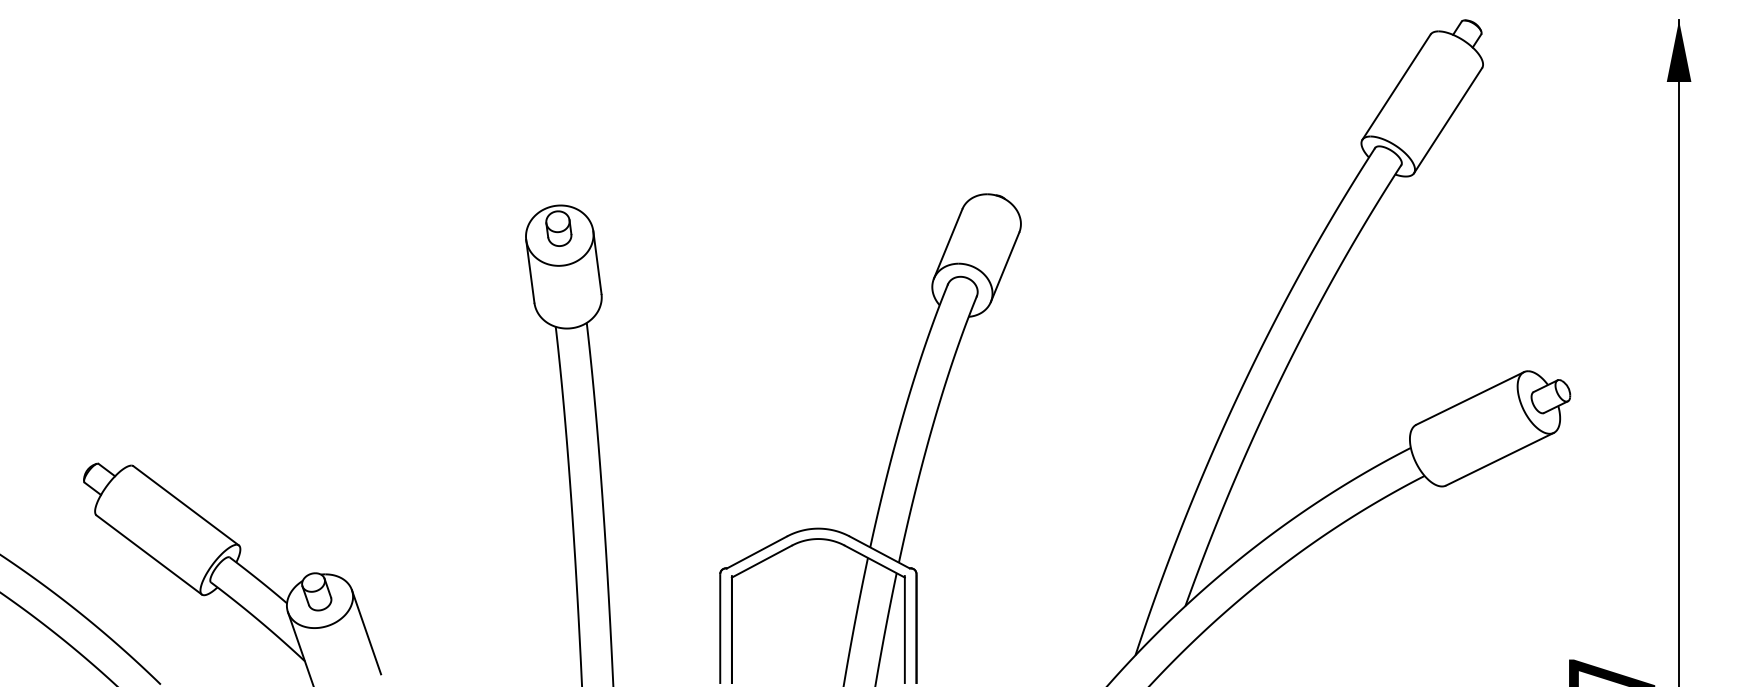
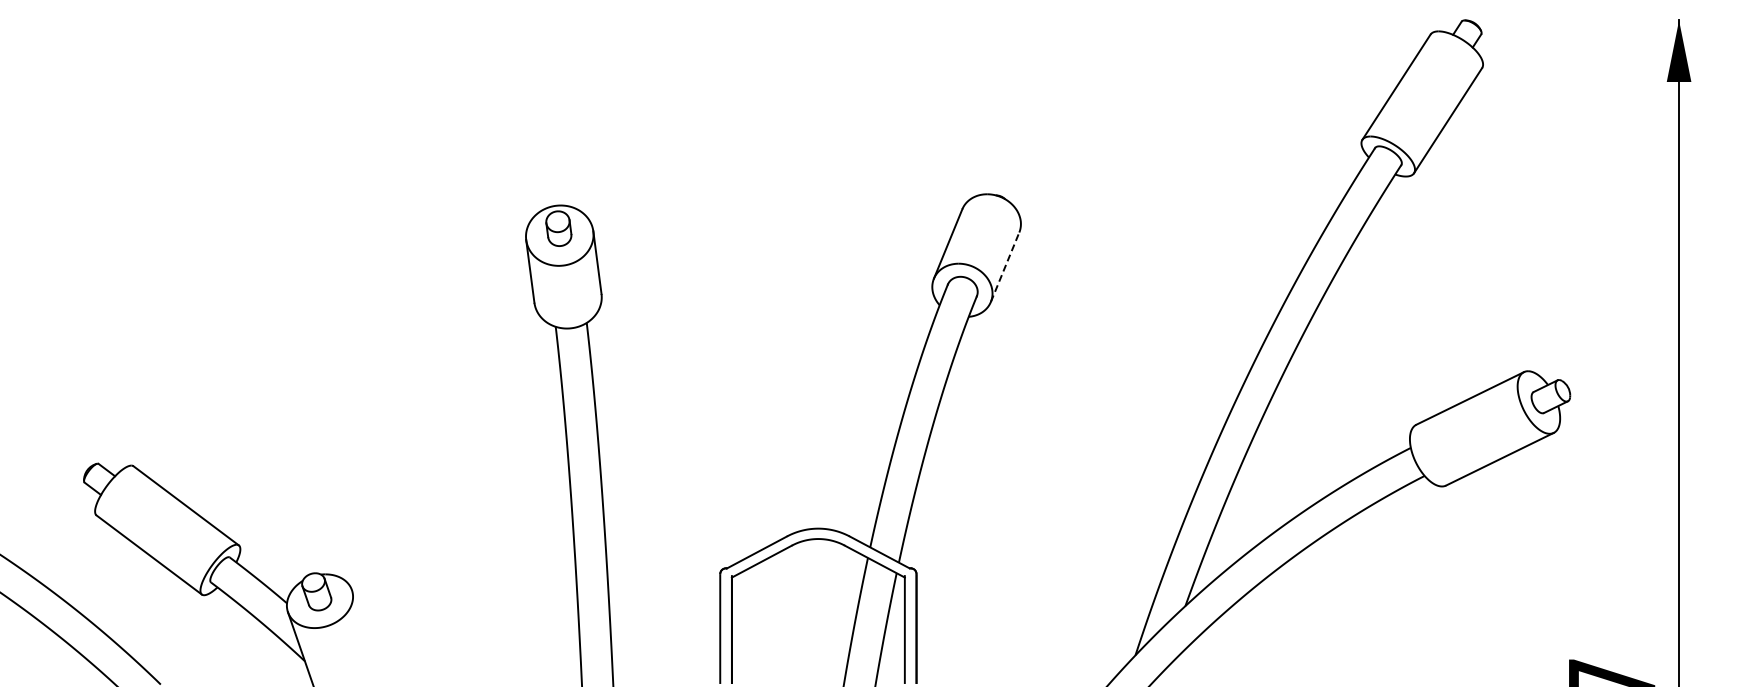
line at (1005, 267): solid -> dashed
line at (366, 632): present -> none
